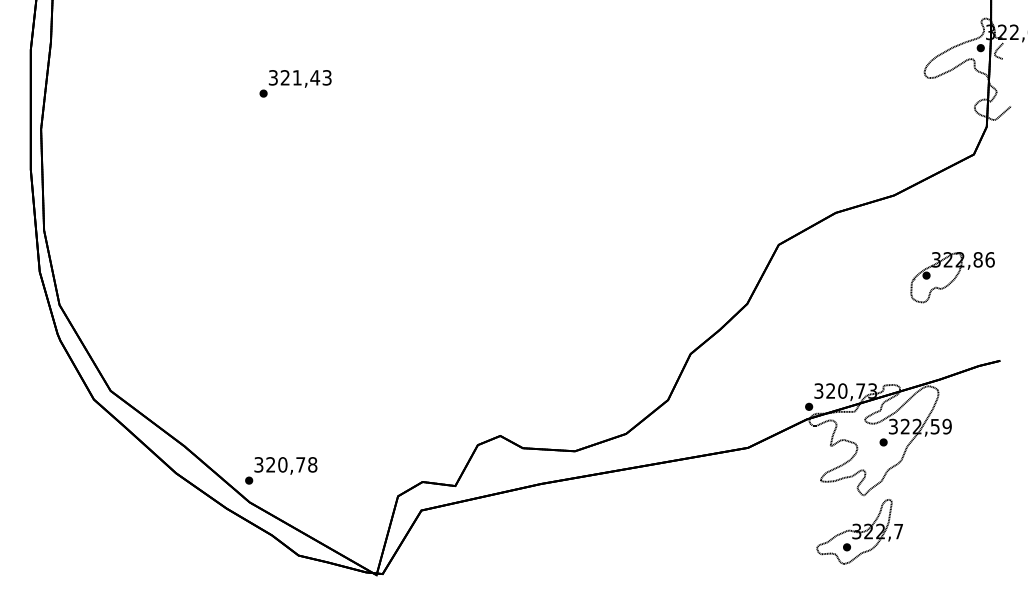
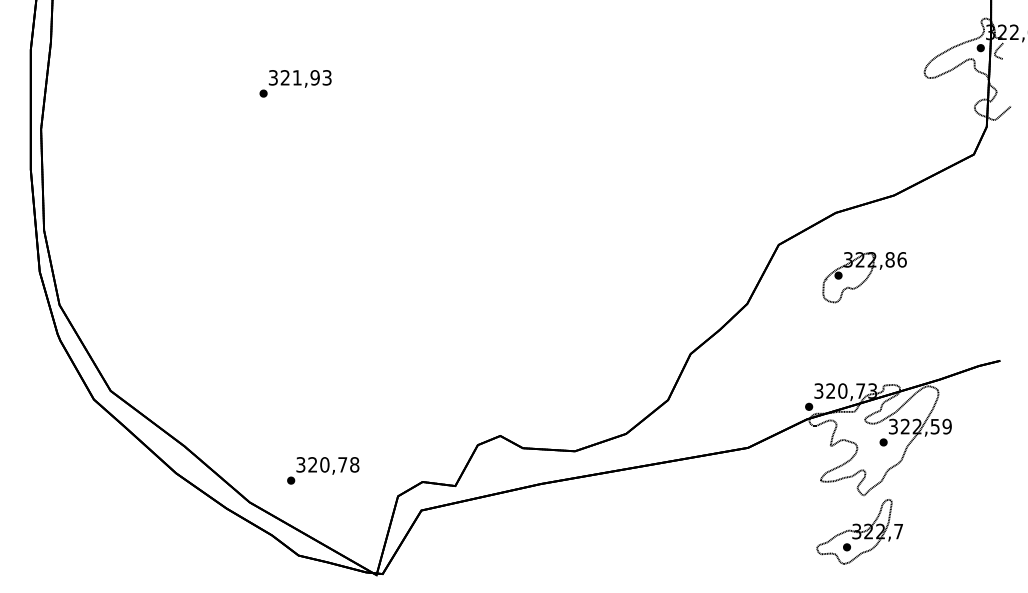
text at (315, 77): 321,43 -> 321,93
part at (952, 277) position: (952, 277) -> (864, 277)
text at (281, 470) position: (281, 470) -> (323, 470)
